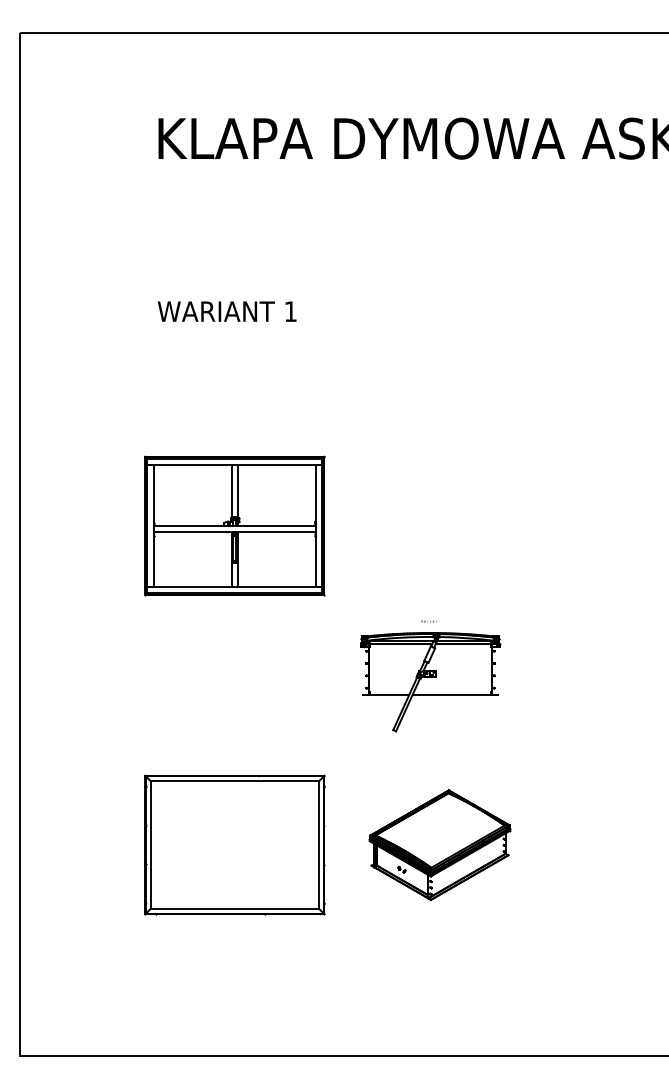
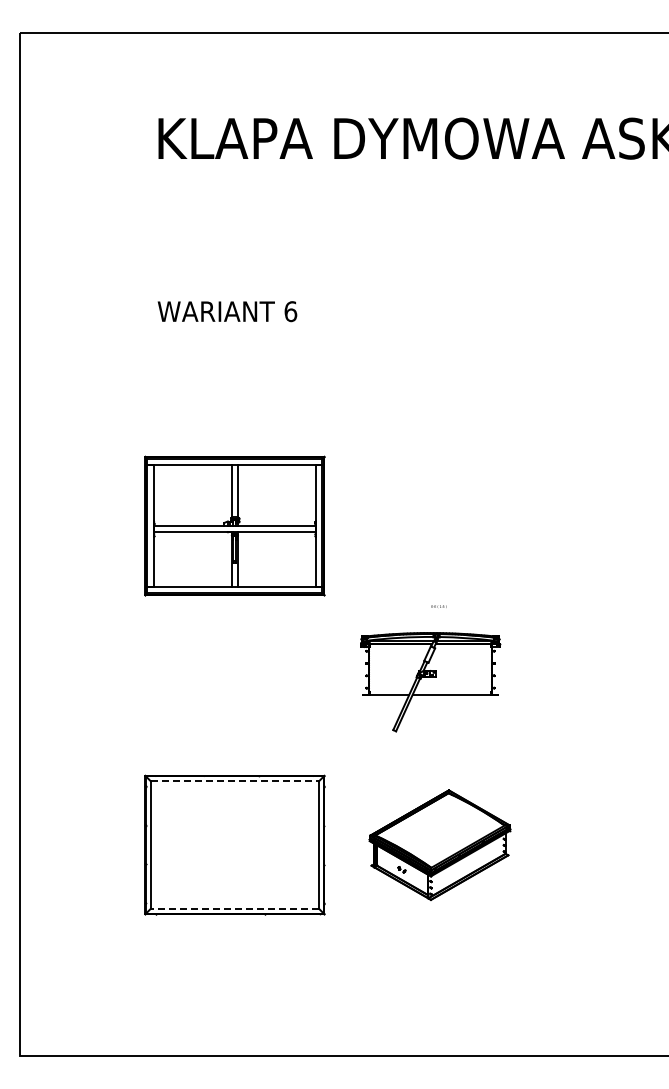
text at (290, 311): 1 -> 6
text at (428, 621) position: (428, 621) -> (438, 606)
line at (234, 781): solid -> dashed
line at (234, 908): solid -> dashed
